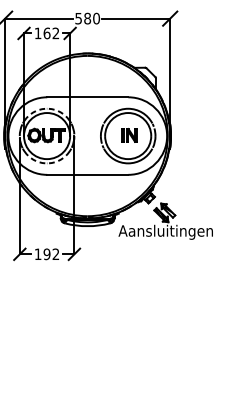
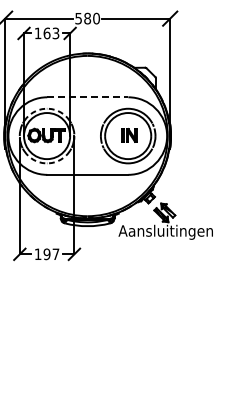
text at (55, 33): 162 -> 163
line at (87, 97): solid -> dashed
text at (55, 253): 192 -> 197
